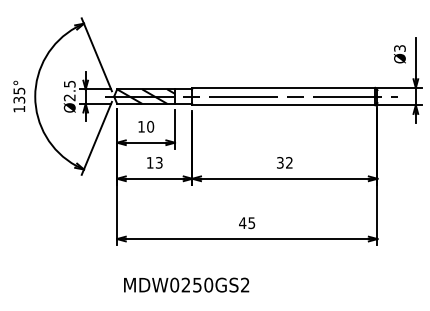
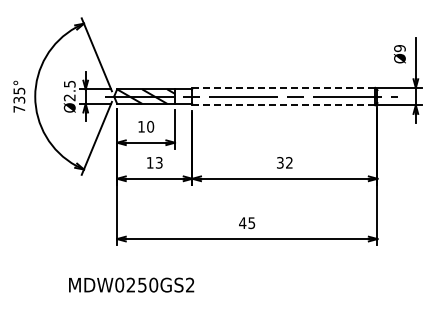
text at (399, 48): Ø3 -> Ø9
line at (284, 87): solid -> dashed
line at (283, 105): solid -> dashed
text at (19, 109): 135° -> 735°
text at (186, 284) position: (186, 284) -> (131, 284)
